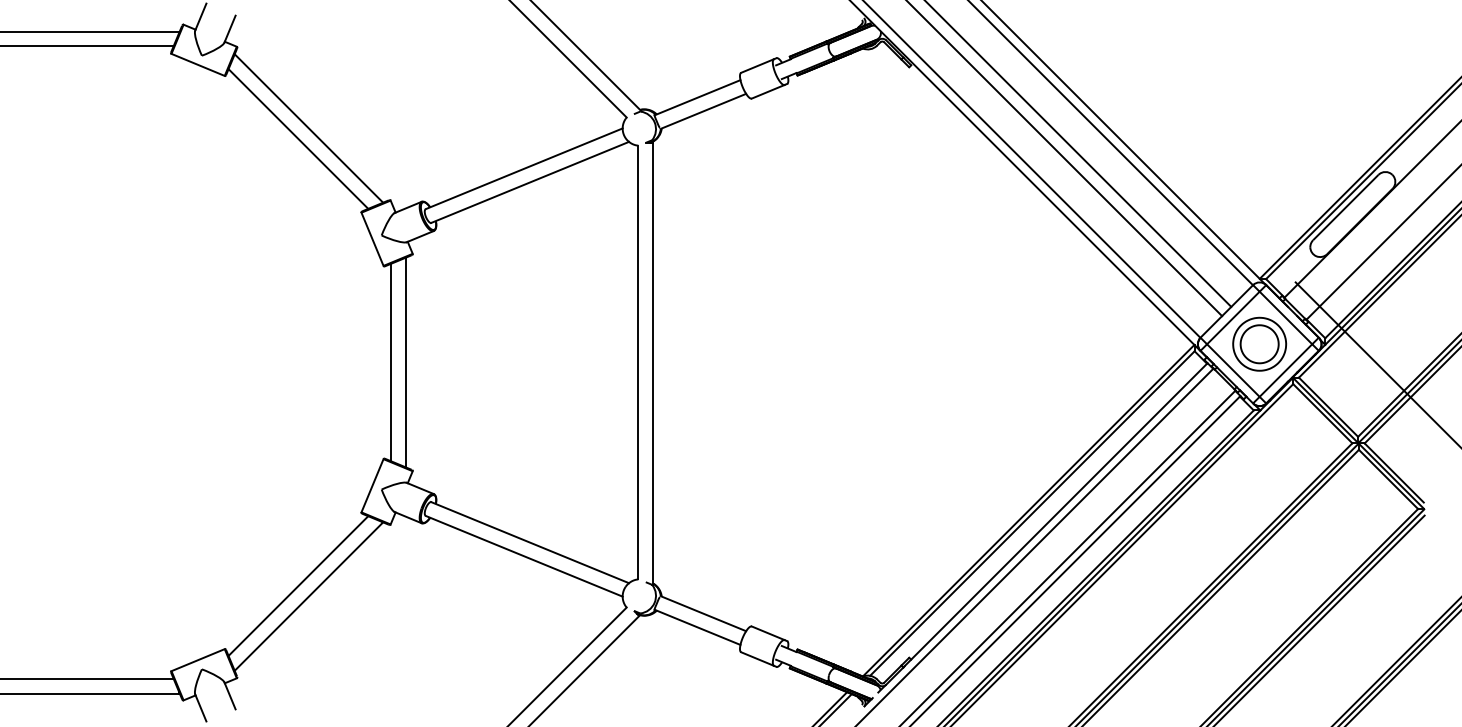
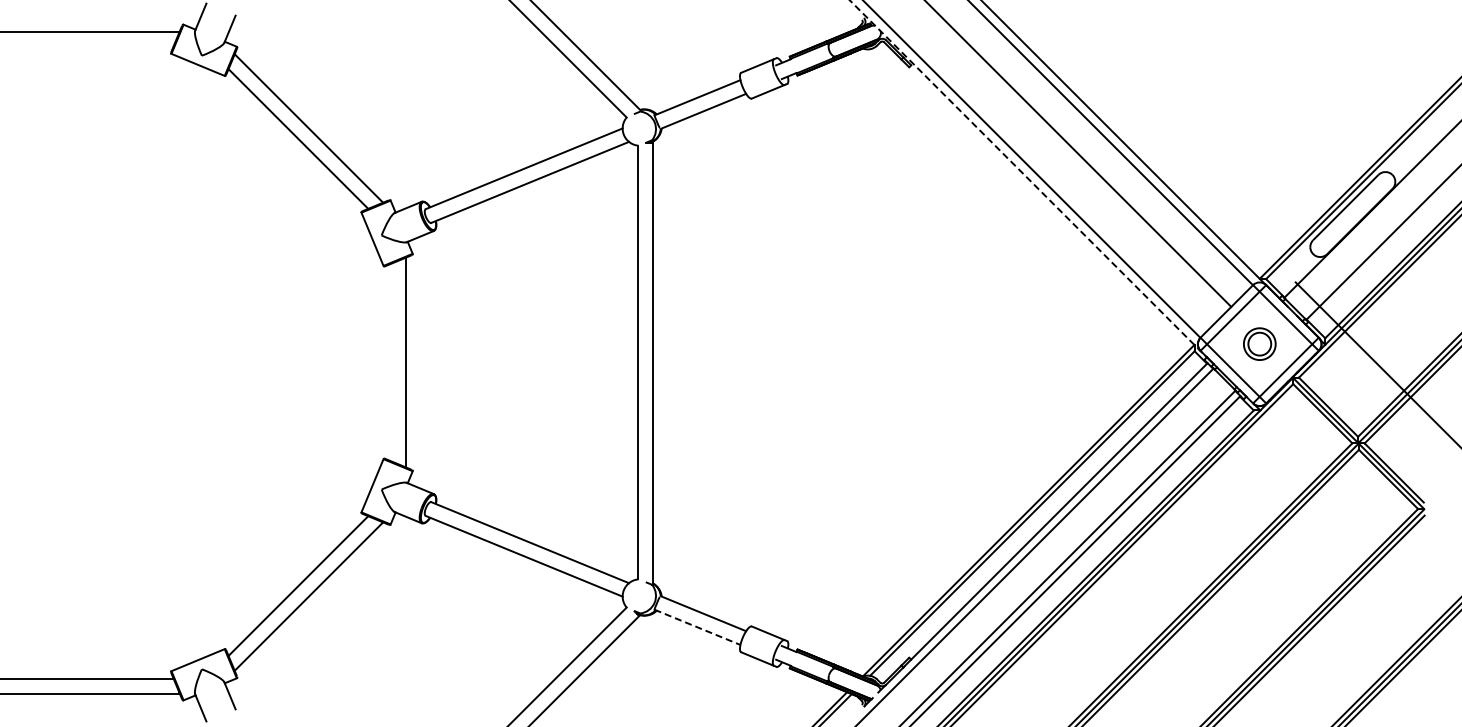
line at (87, 46): present -> none
line at (1064, 159): present -> none
line at (1028, 179): solid -> dashed
part at (1259, 343) size: 56x56 px -> 34x34 px
line at (391, 362): present -> none
line at (698, 627): solid -> dashed
